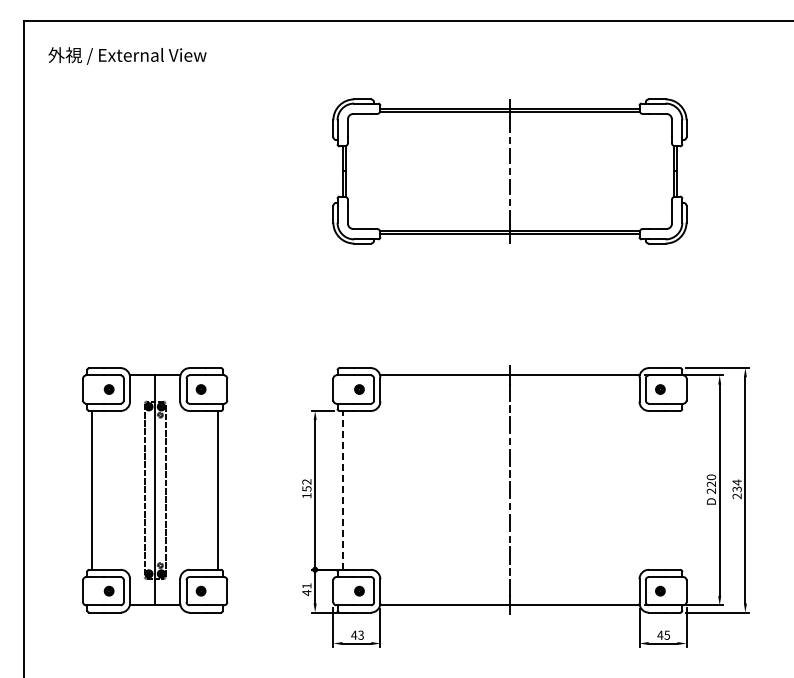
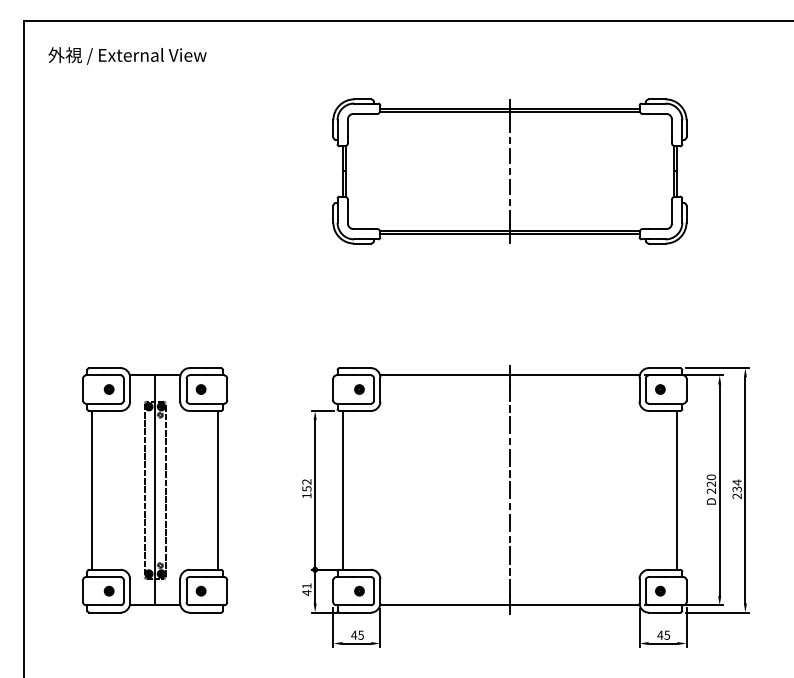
line at (342, 489): dashed -> solid
line at (677, 489): none -> present
text at (360, 634): 43 -> 45
